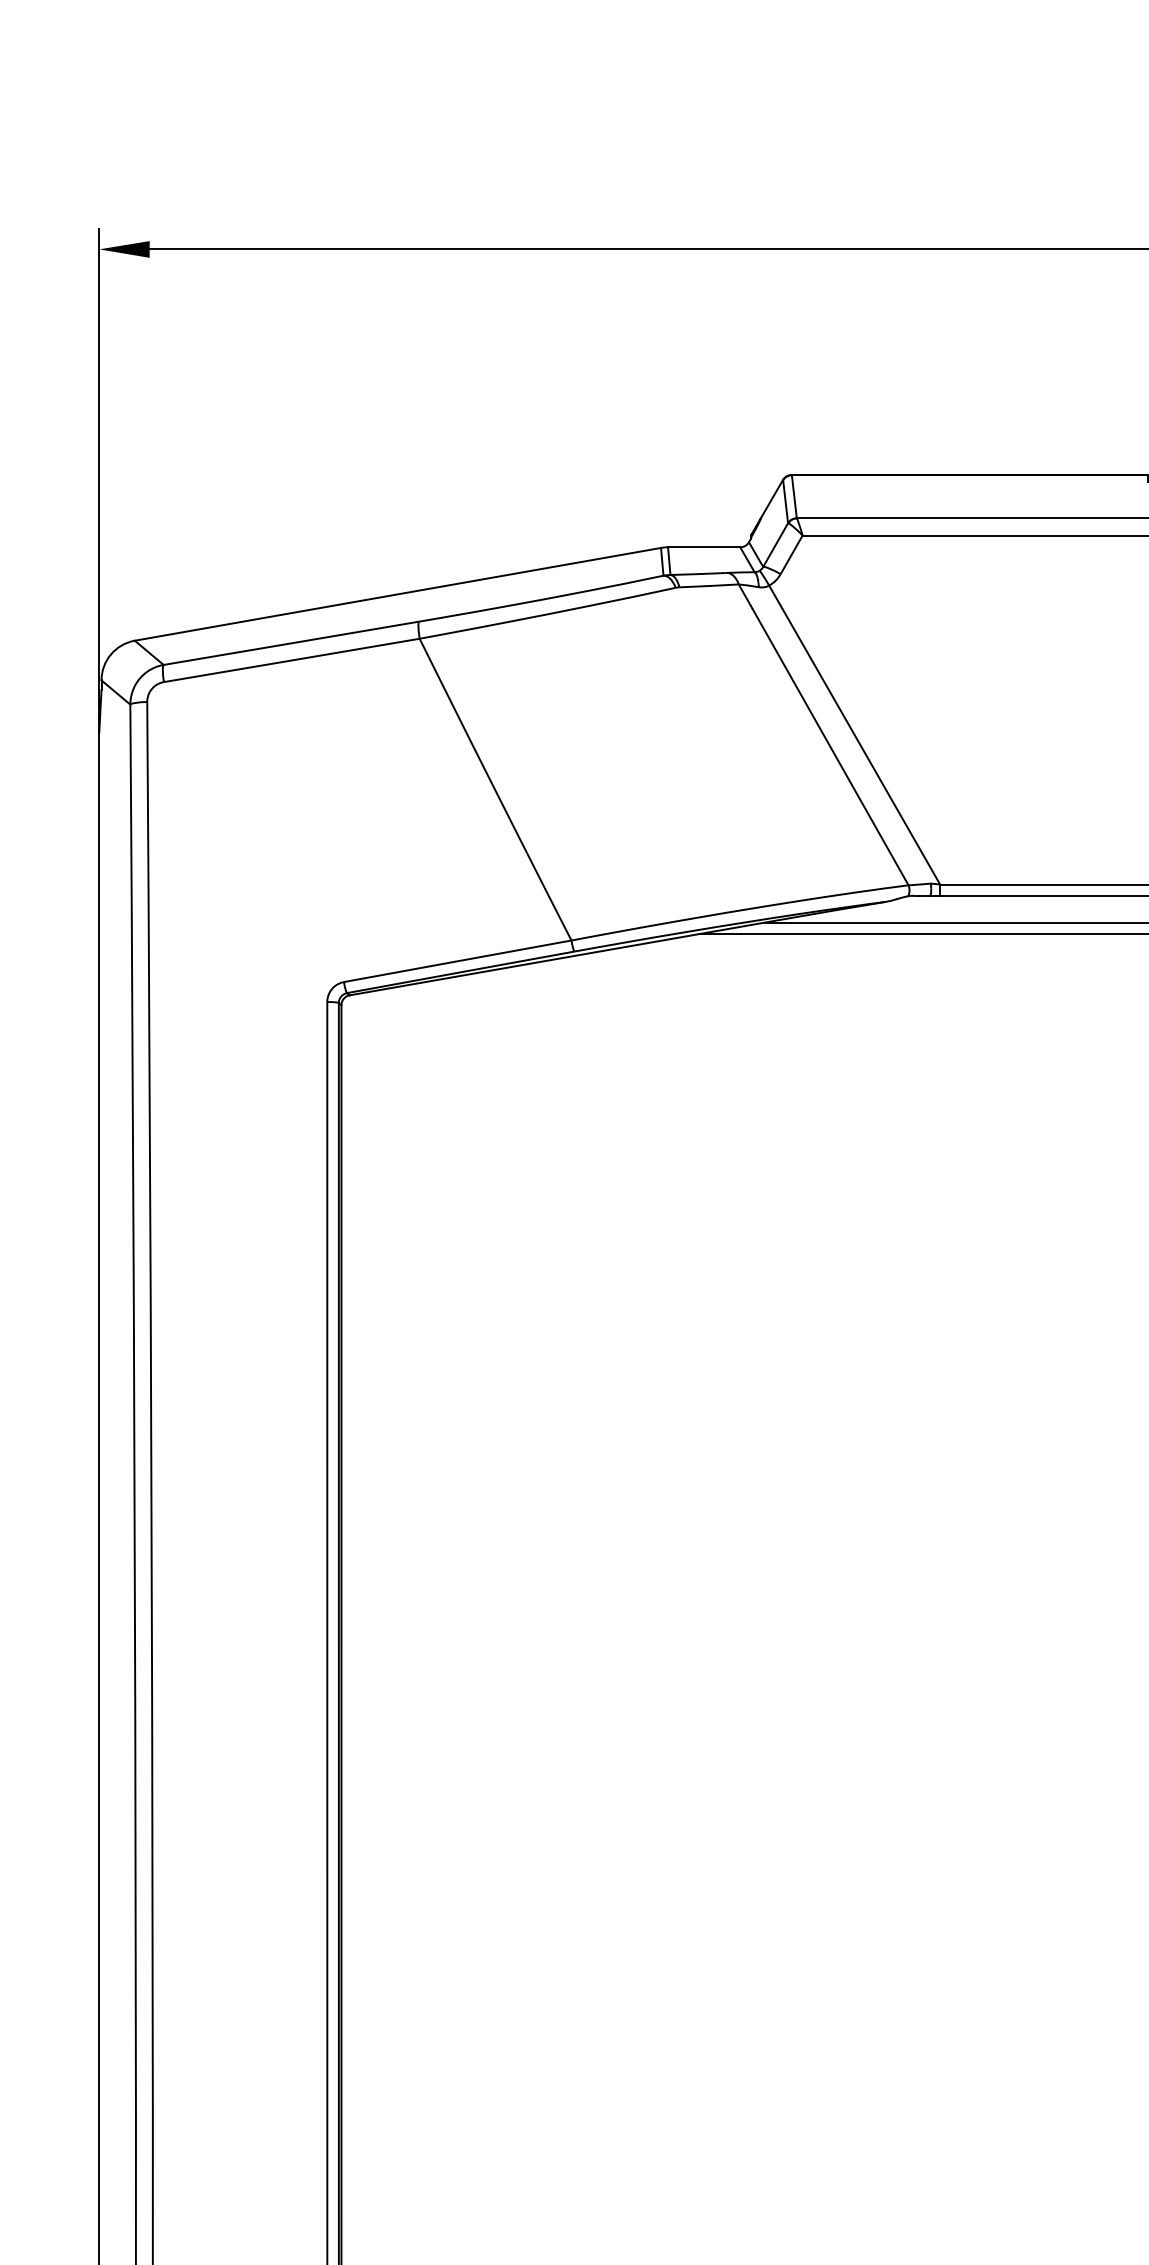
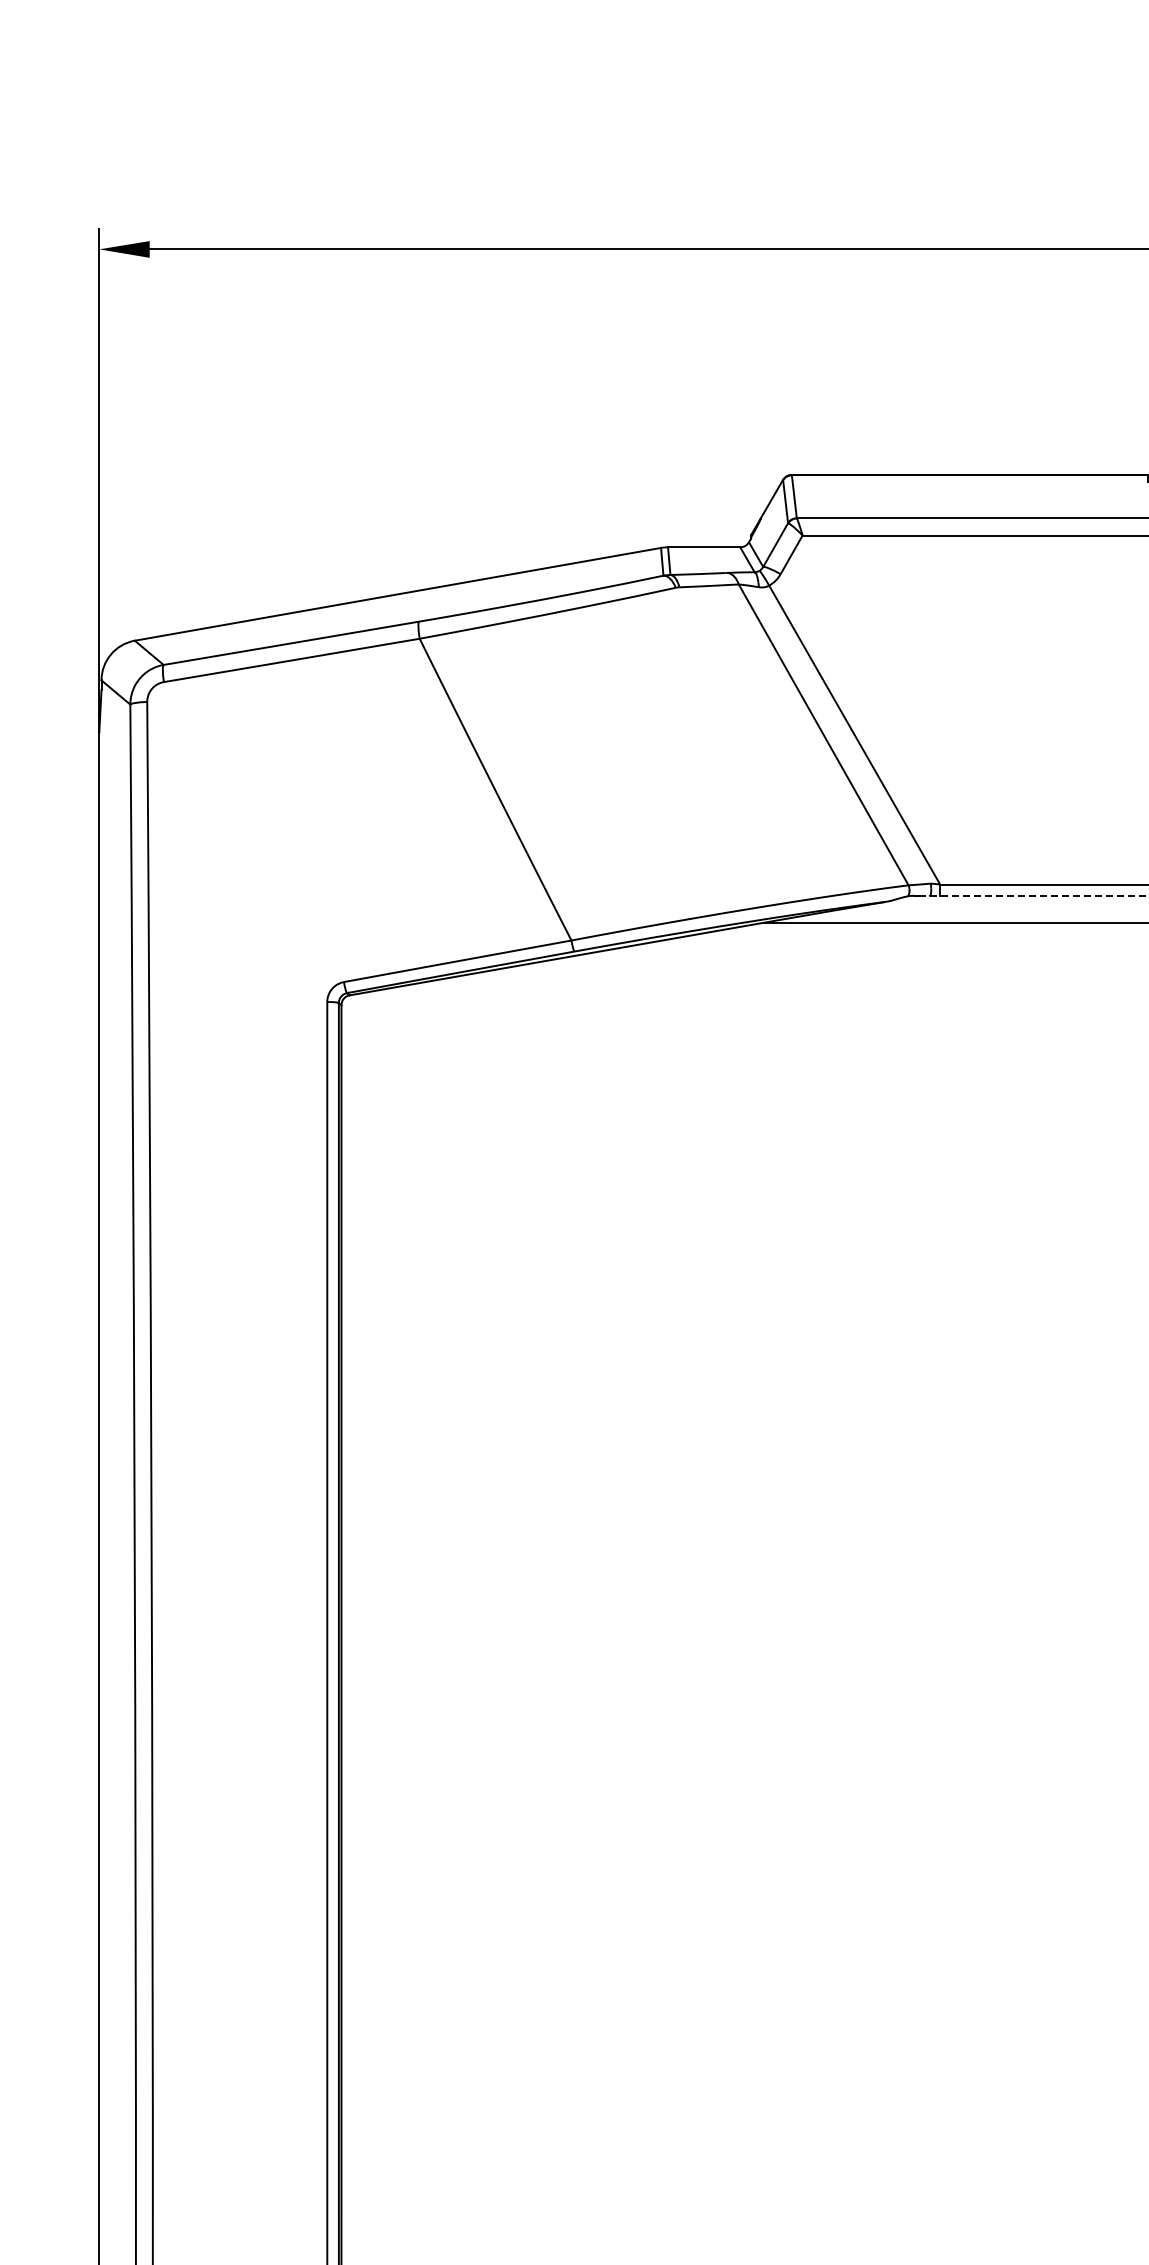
line at (1034, 895): solid -> dashed
line at (922, 934): present -> none
